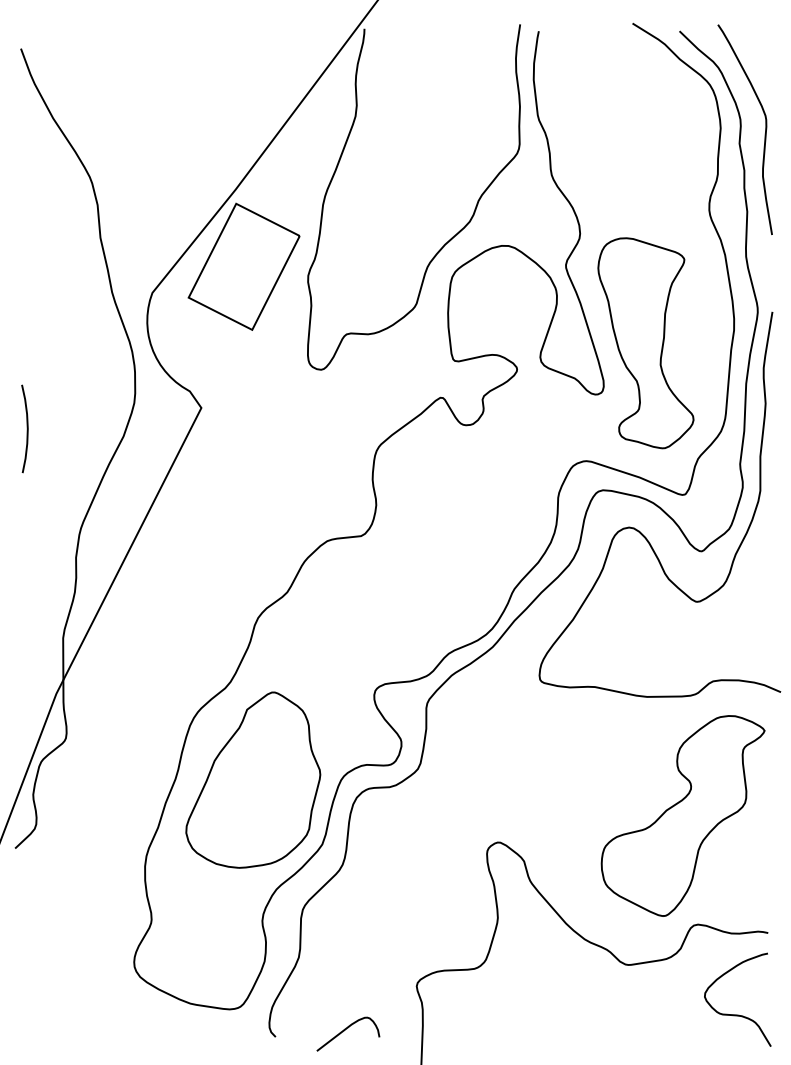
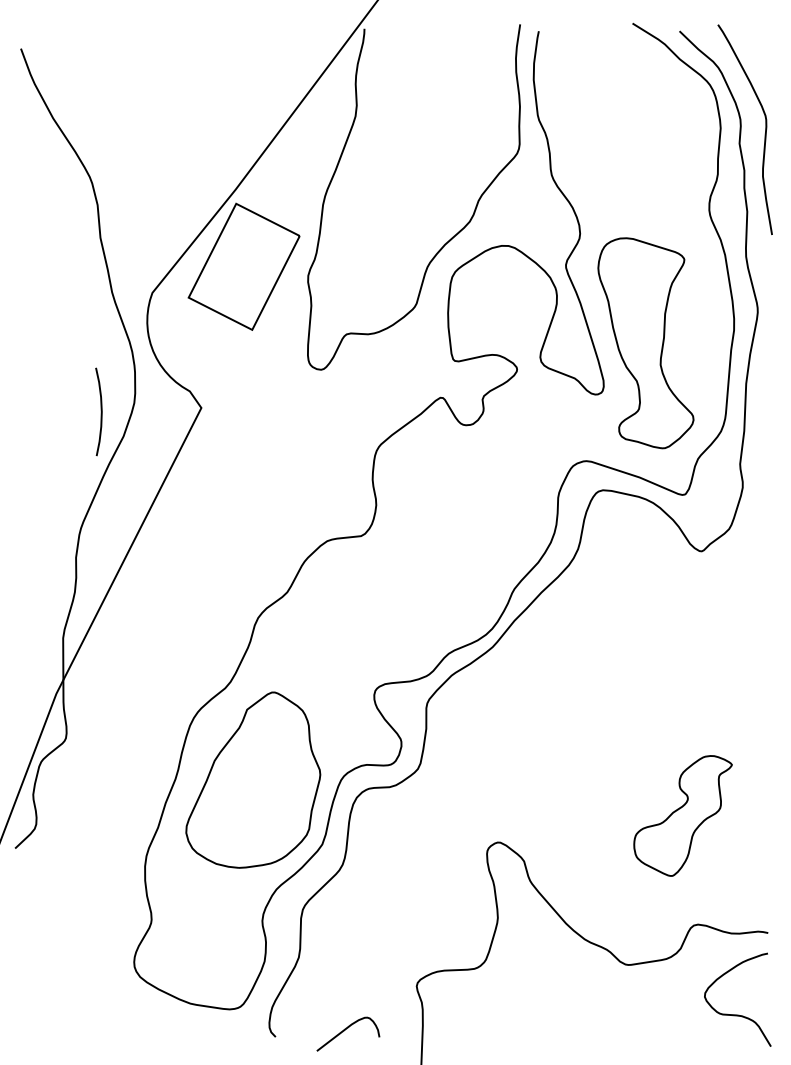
curve at (26, 428) position: (26, 428) -> (100, 411)
curve at (639, 530): present -> none
part at (682, 815) size: 166x202 px -> 100x122 px
